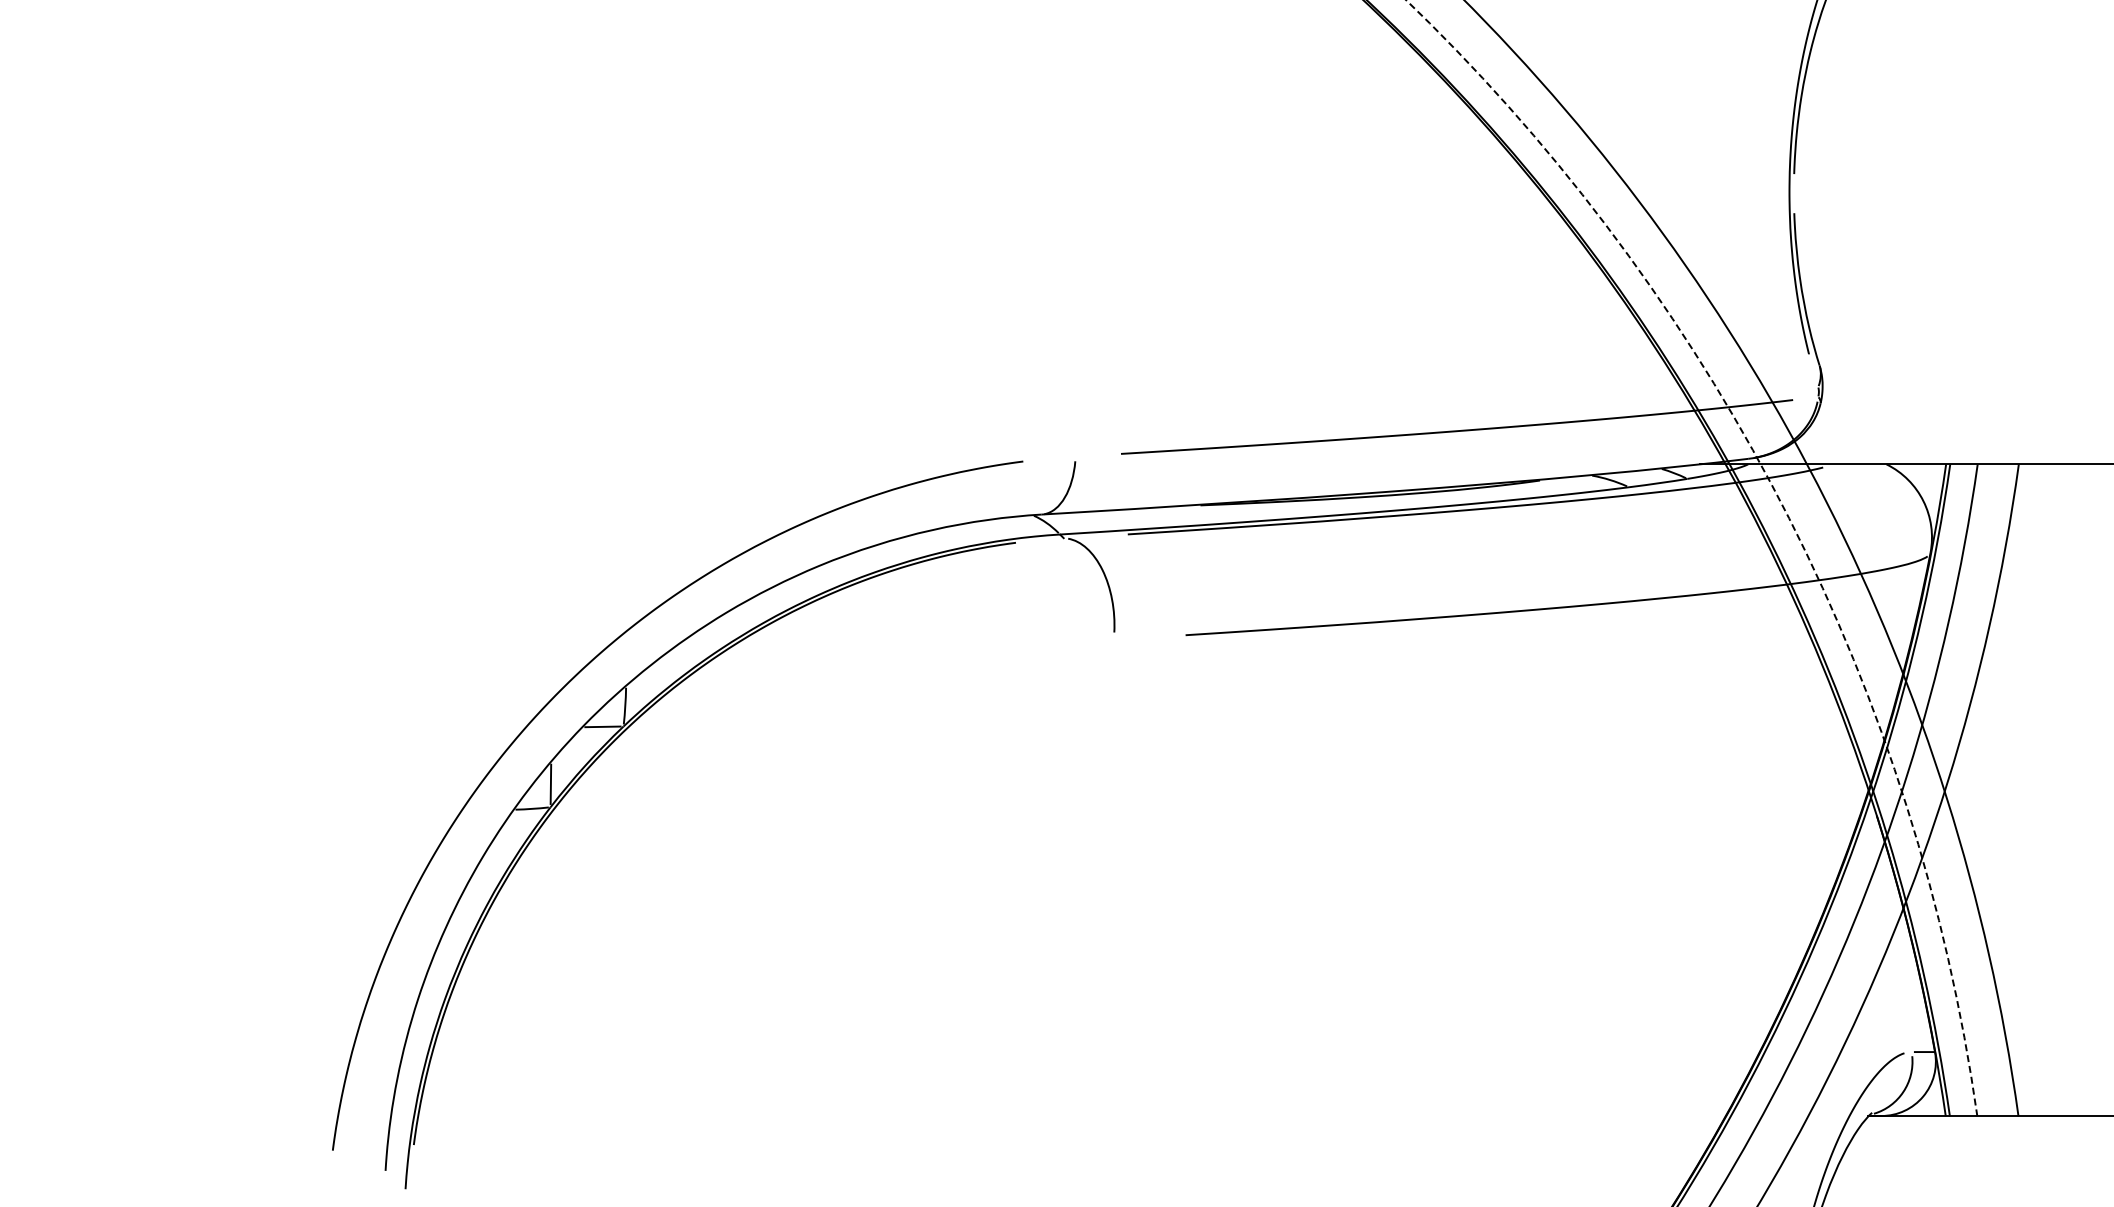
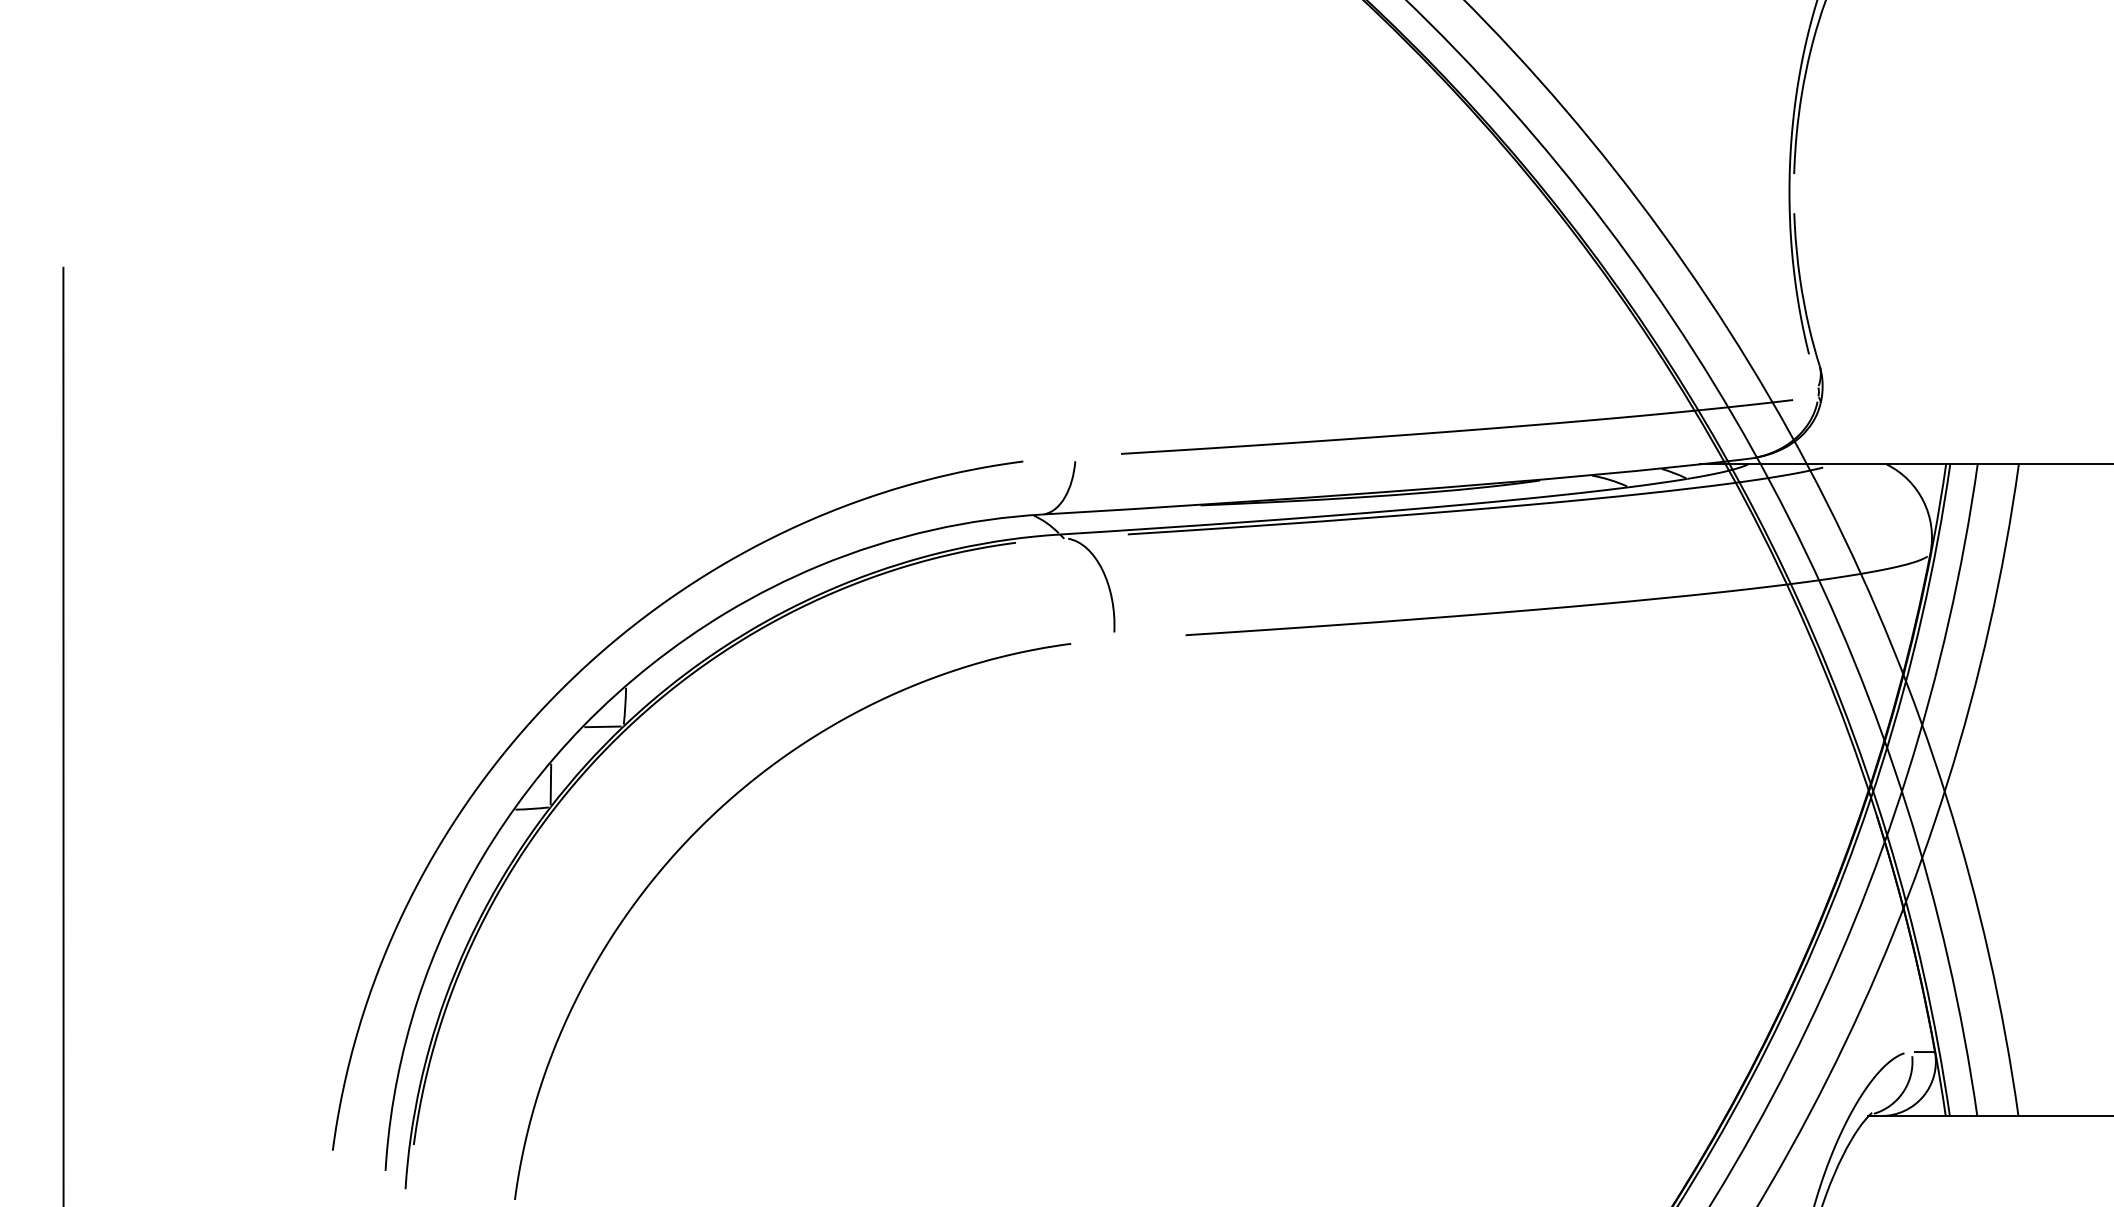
arc at (1784, 509): dashed -> solid
line at (63, 735): none -> present
curve at (700, 828): none -> present
